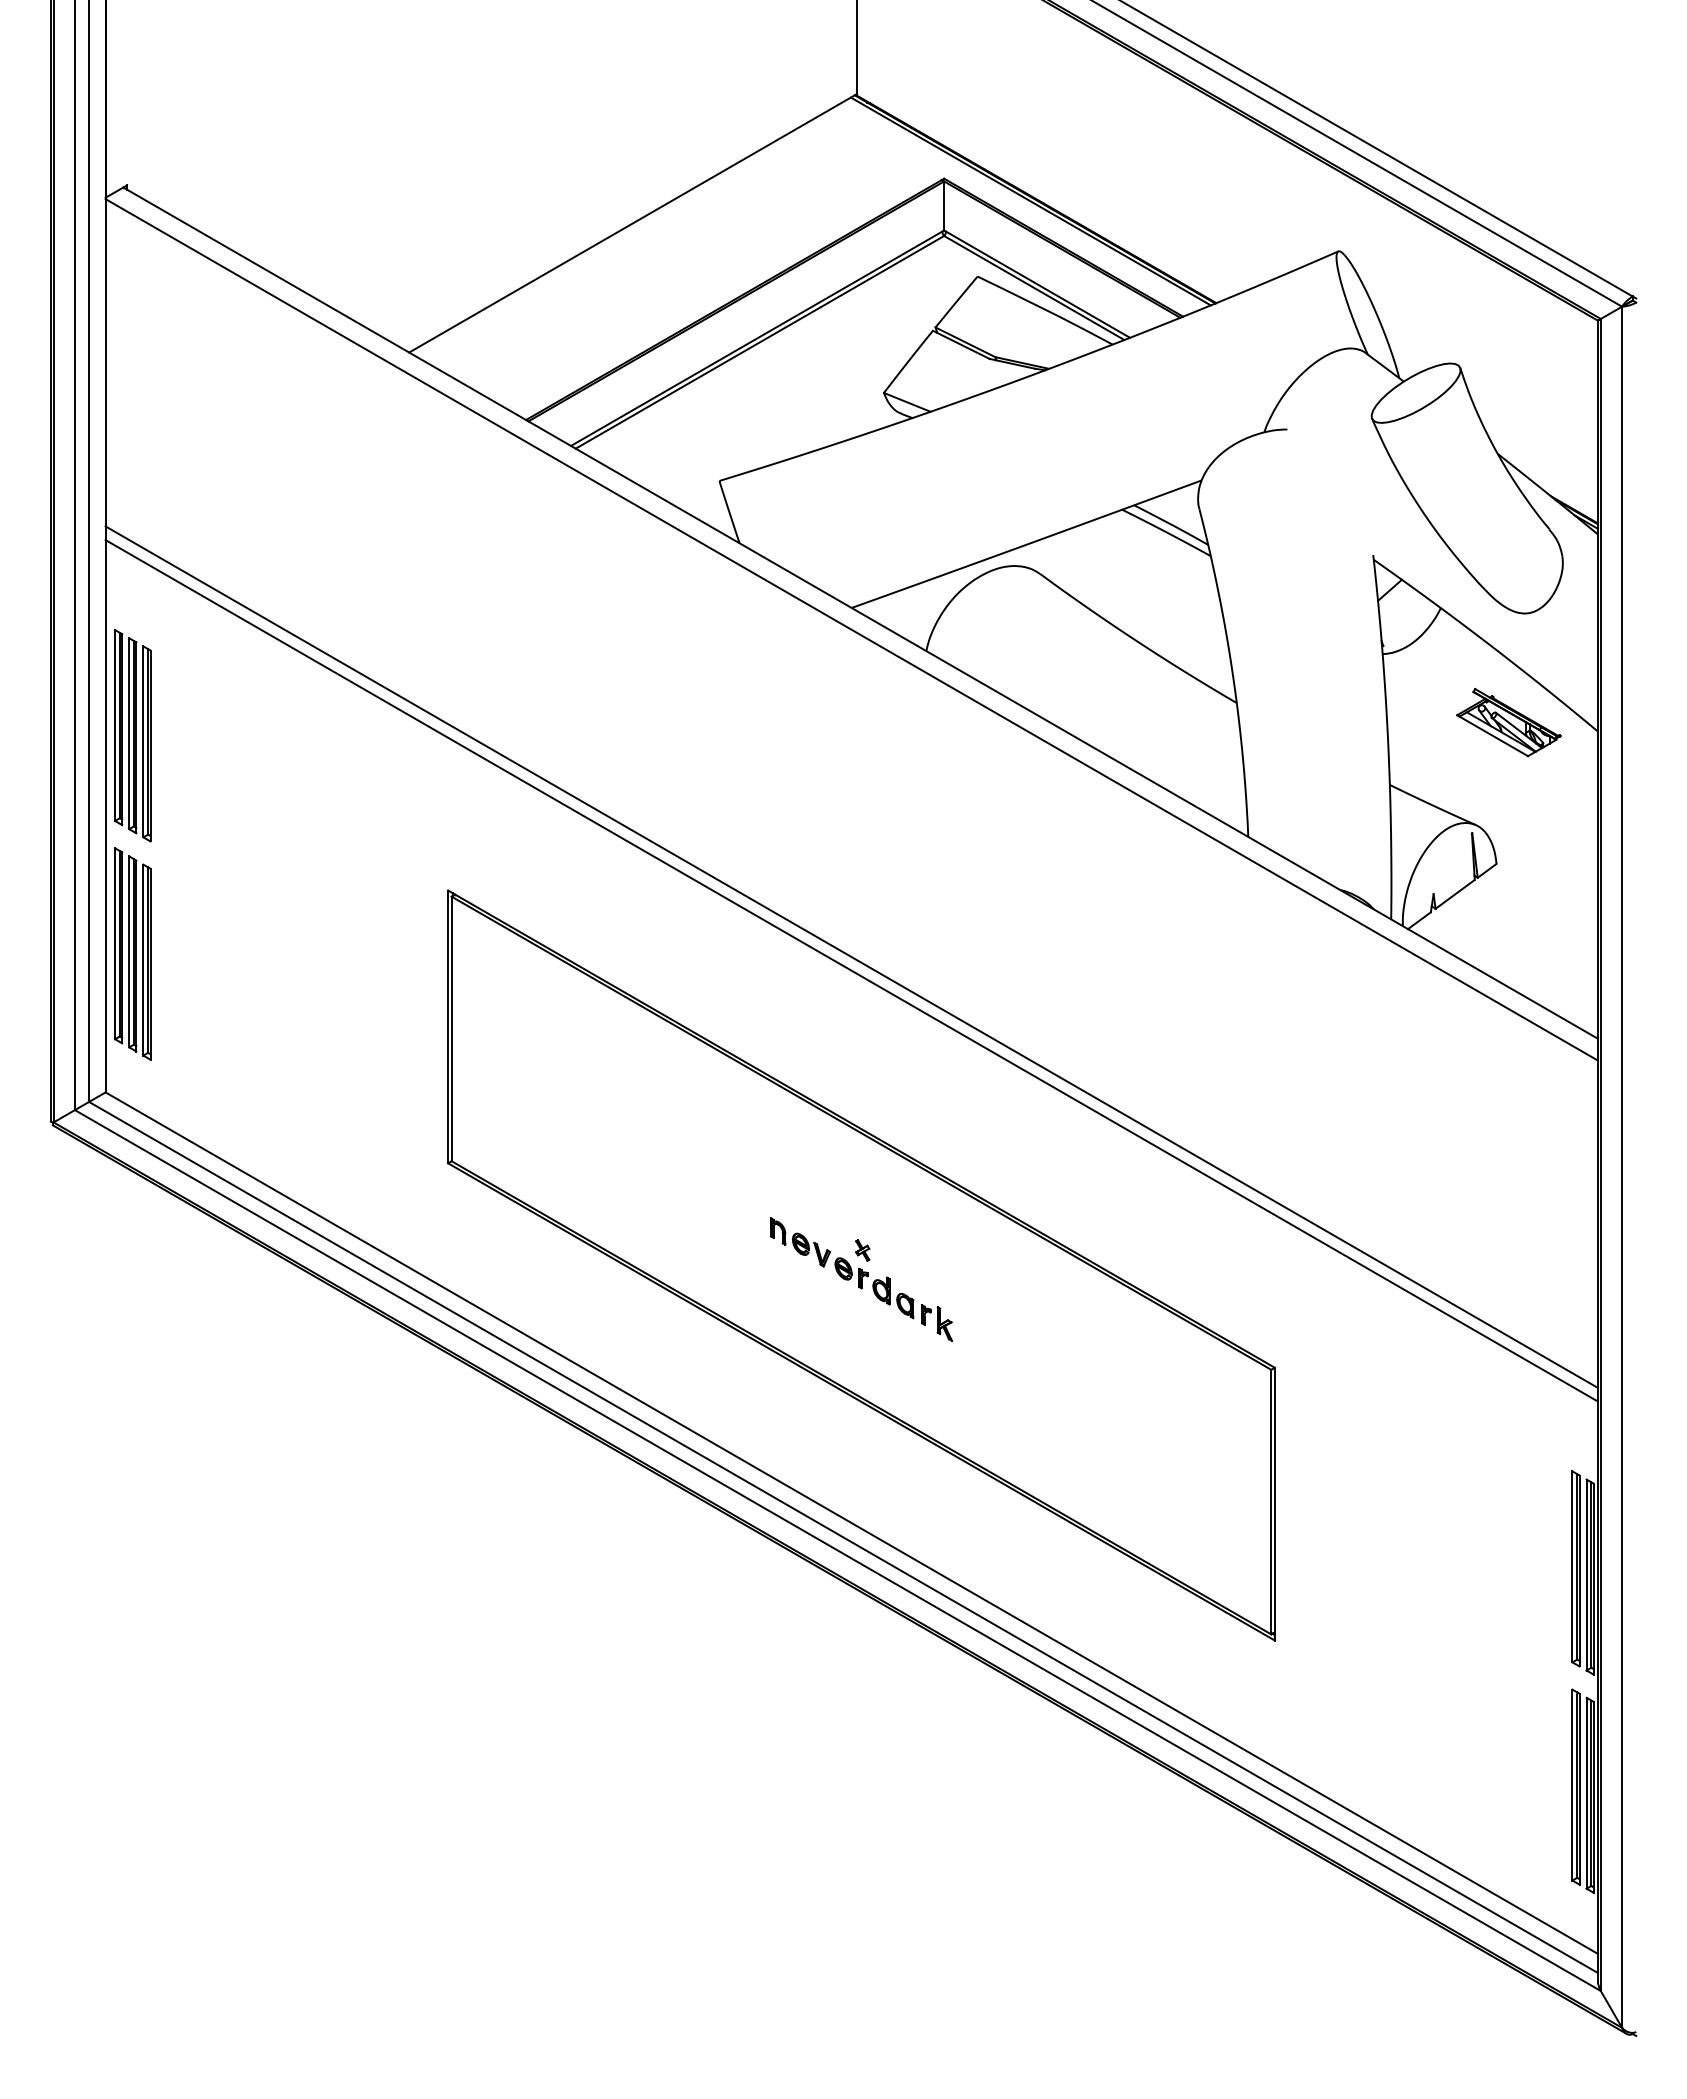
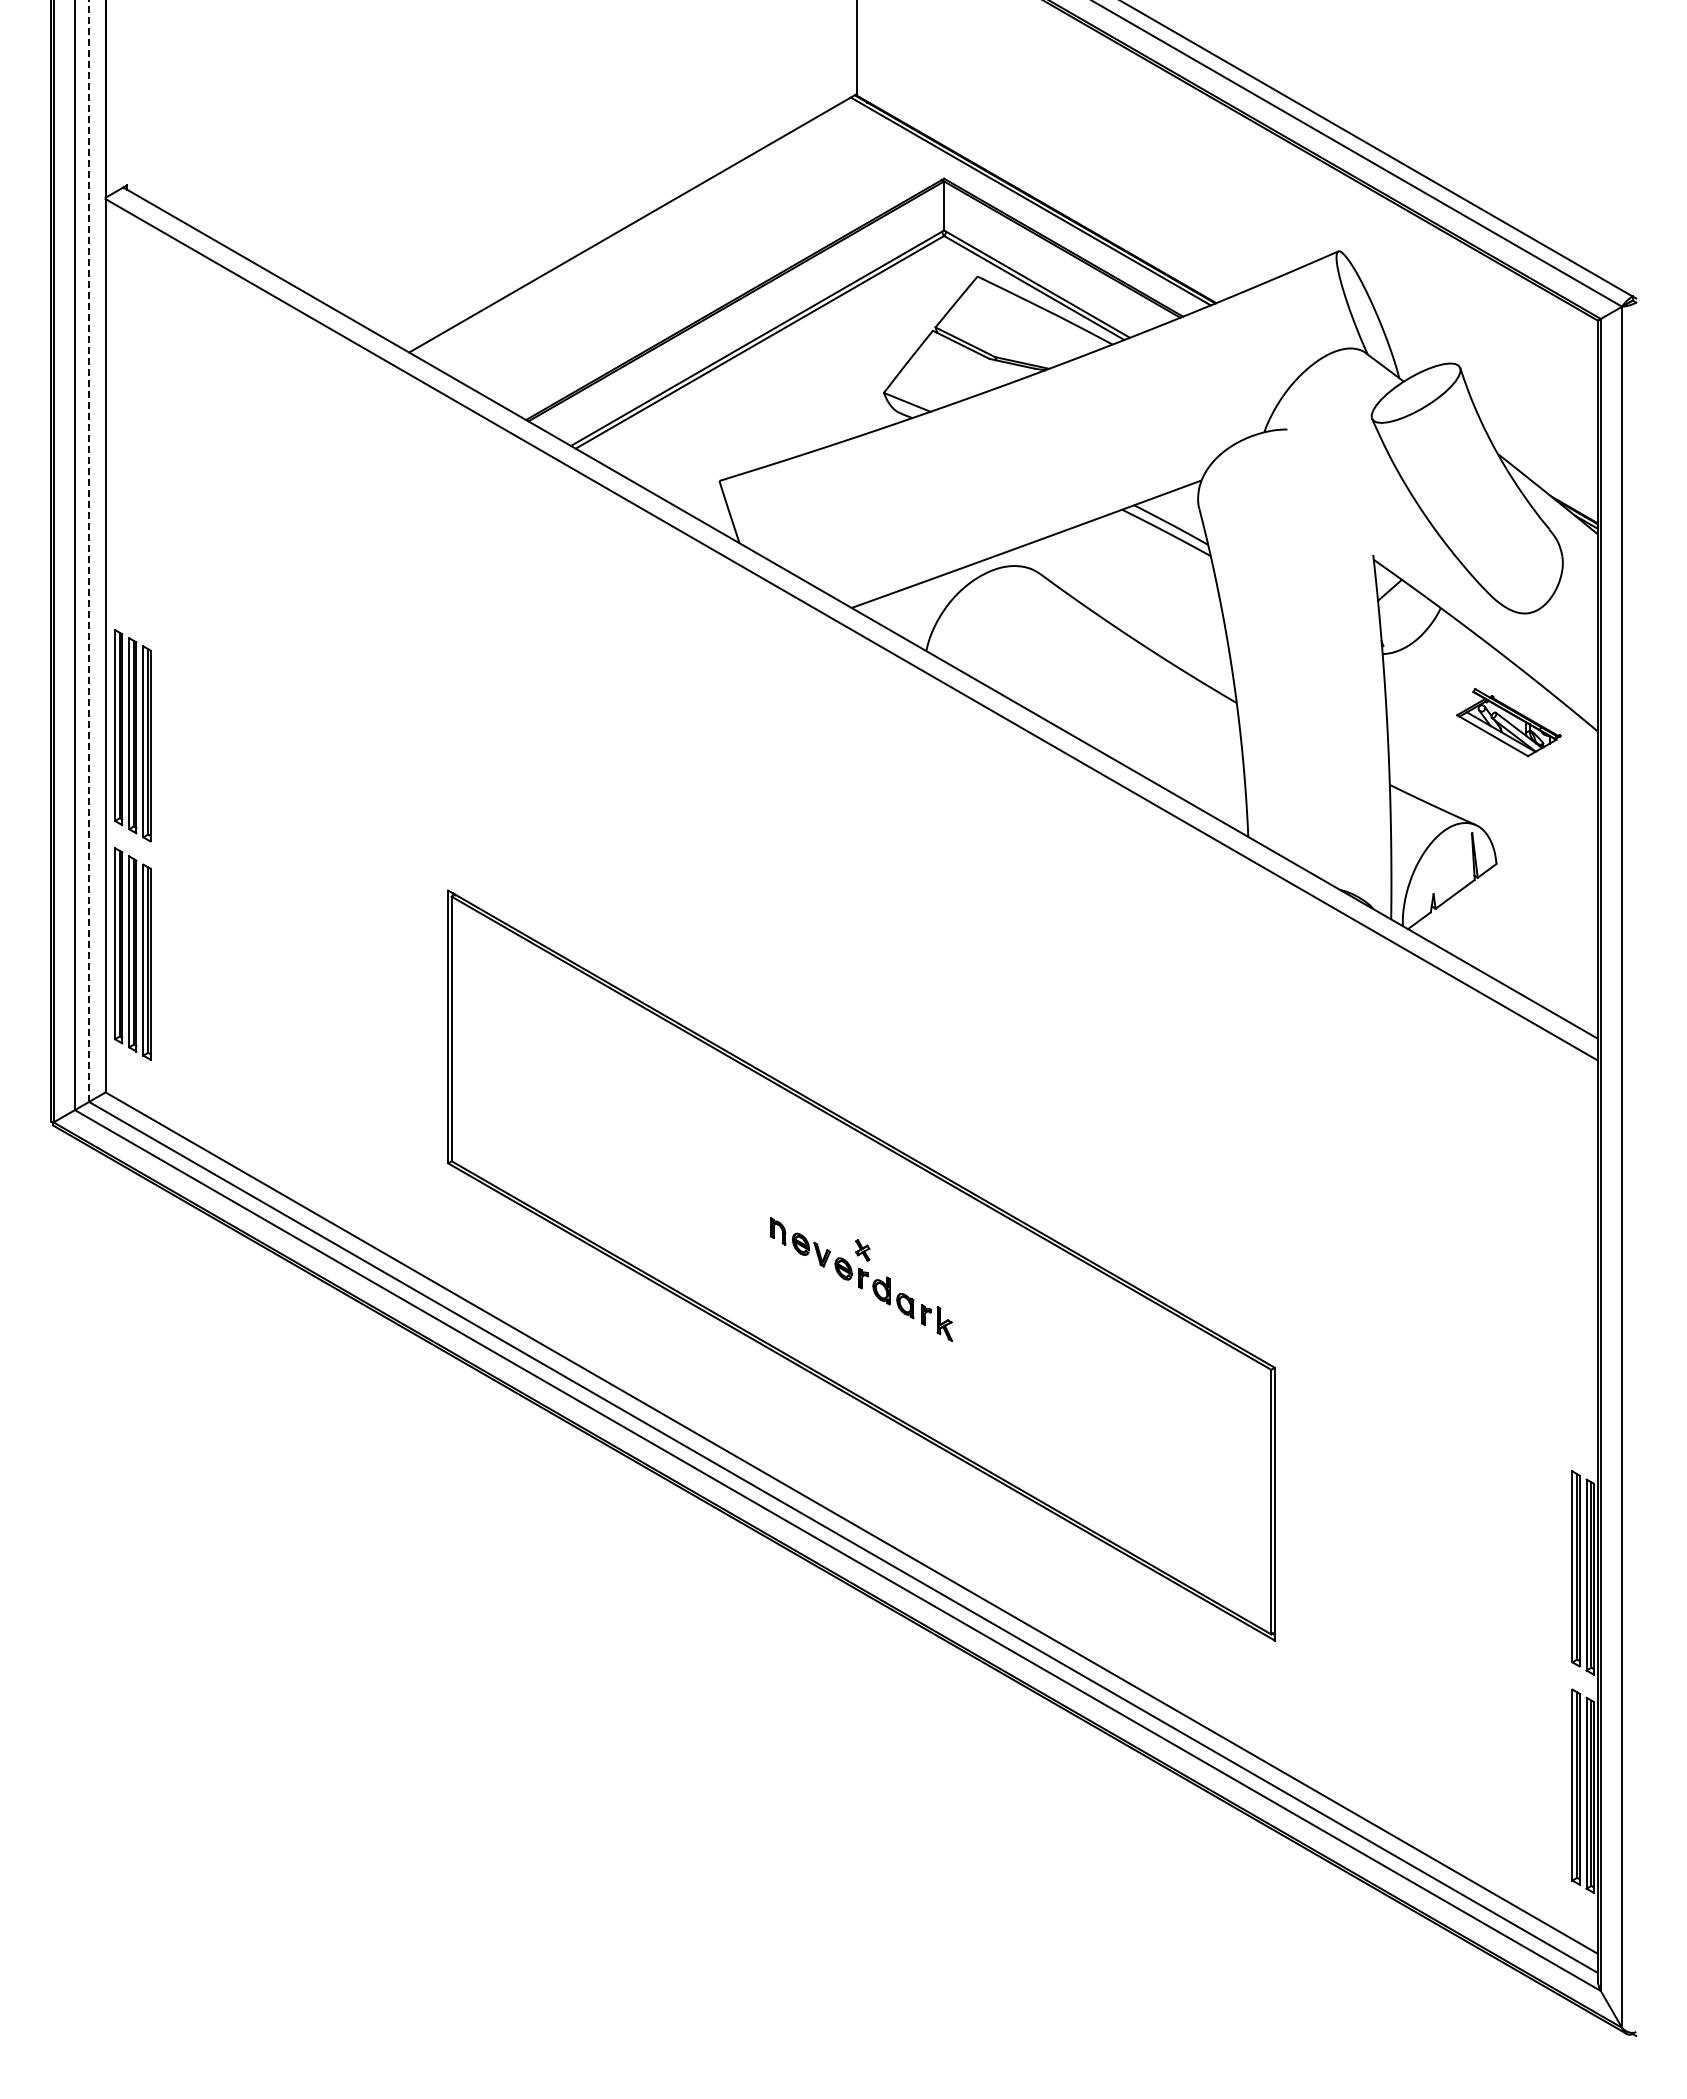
line at (89, 551): solid -> dashed
line at (851, 956): present -> none
line at (851, 970): present -> none
